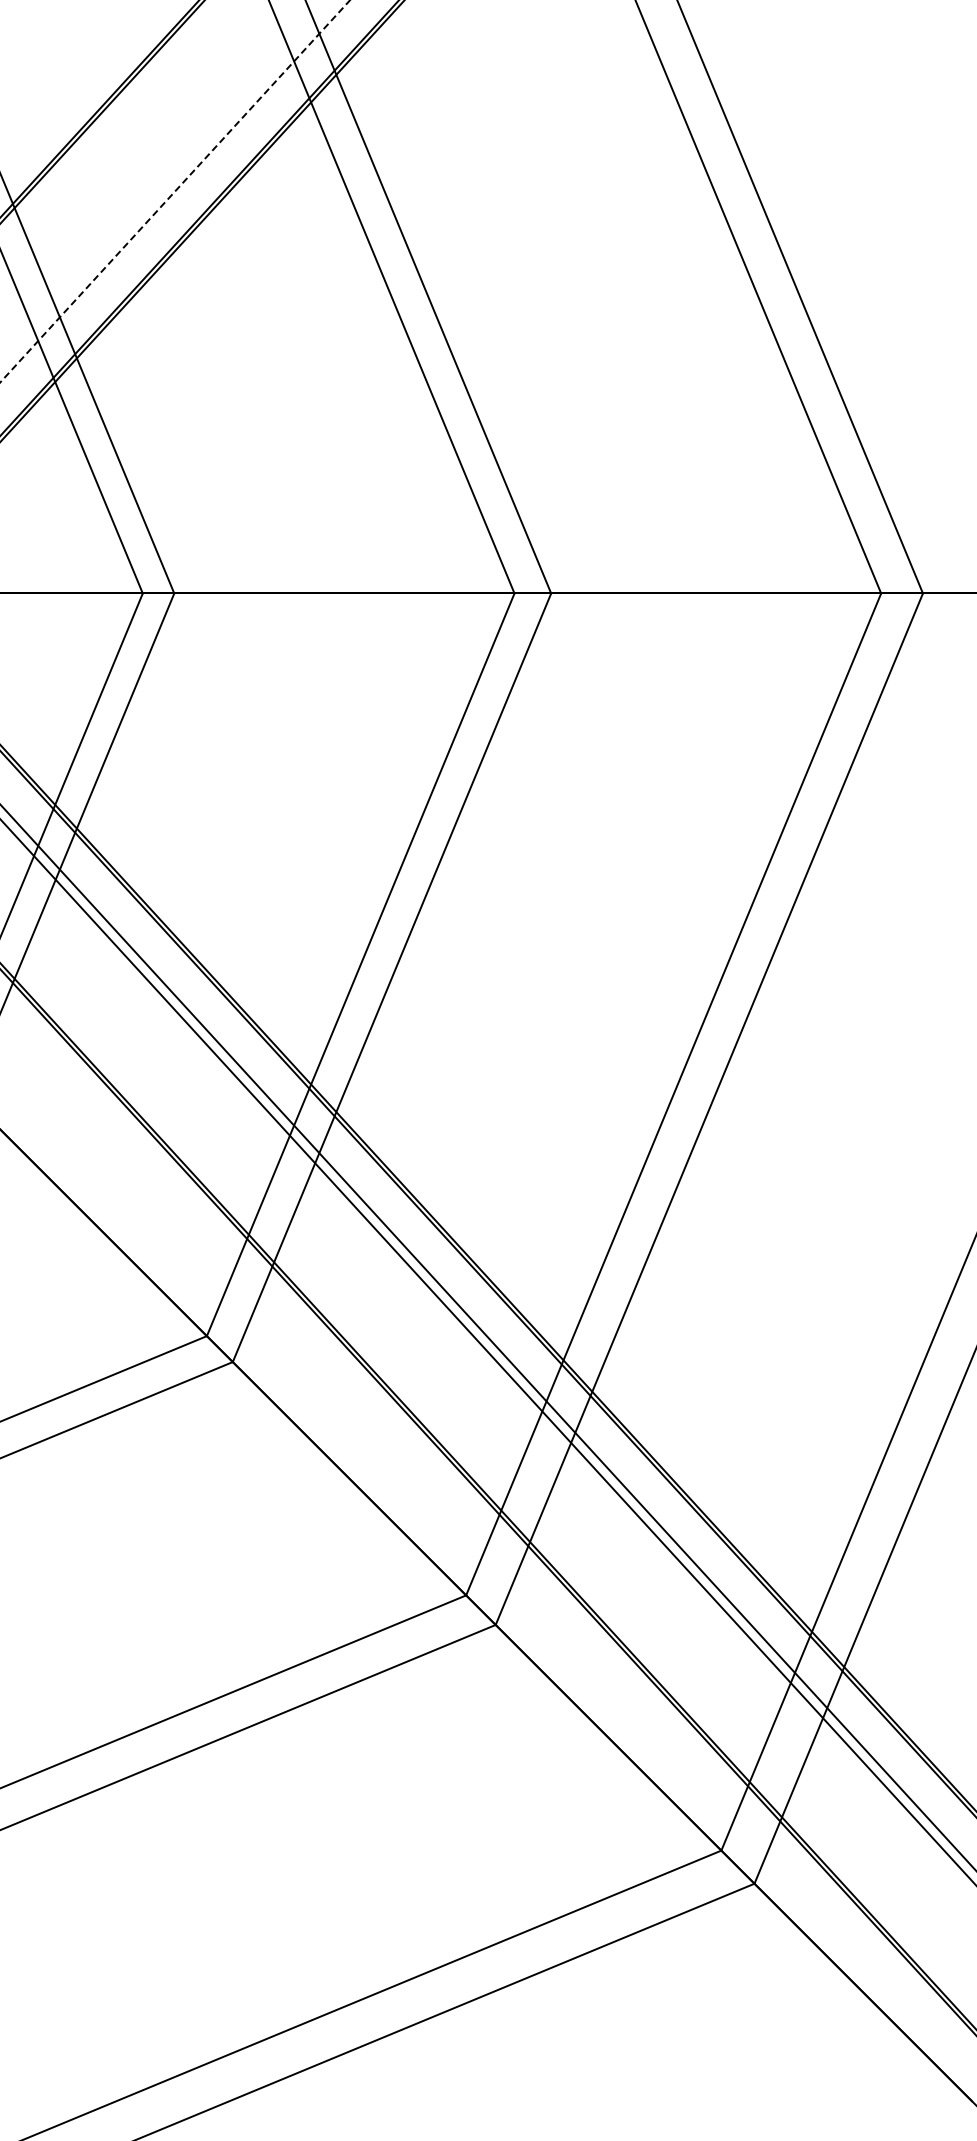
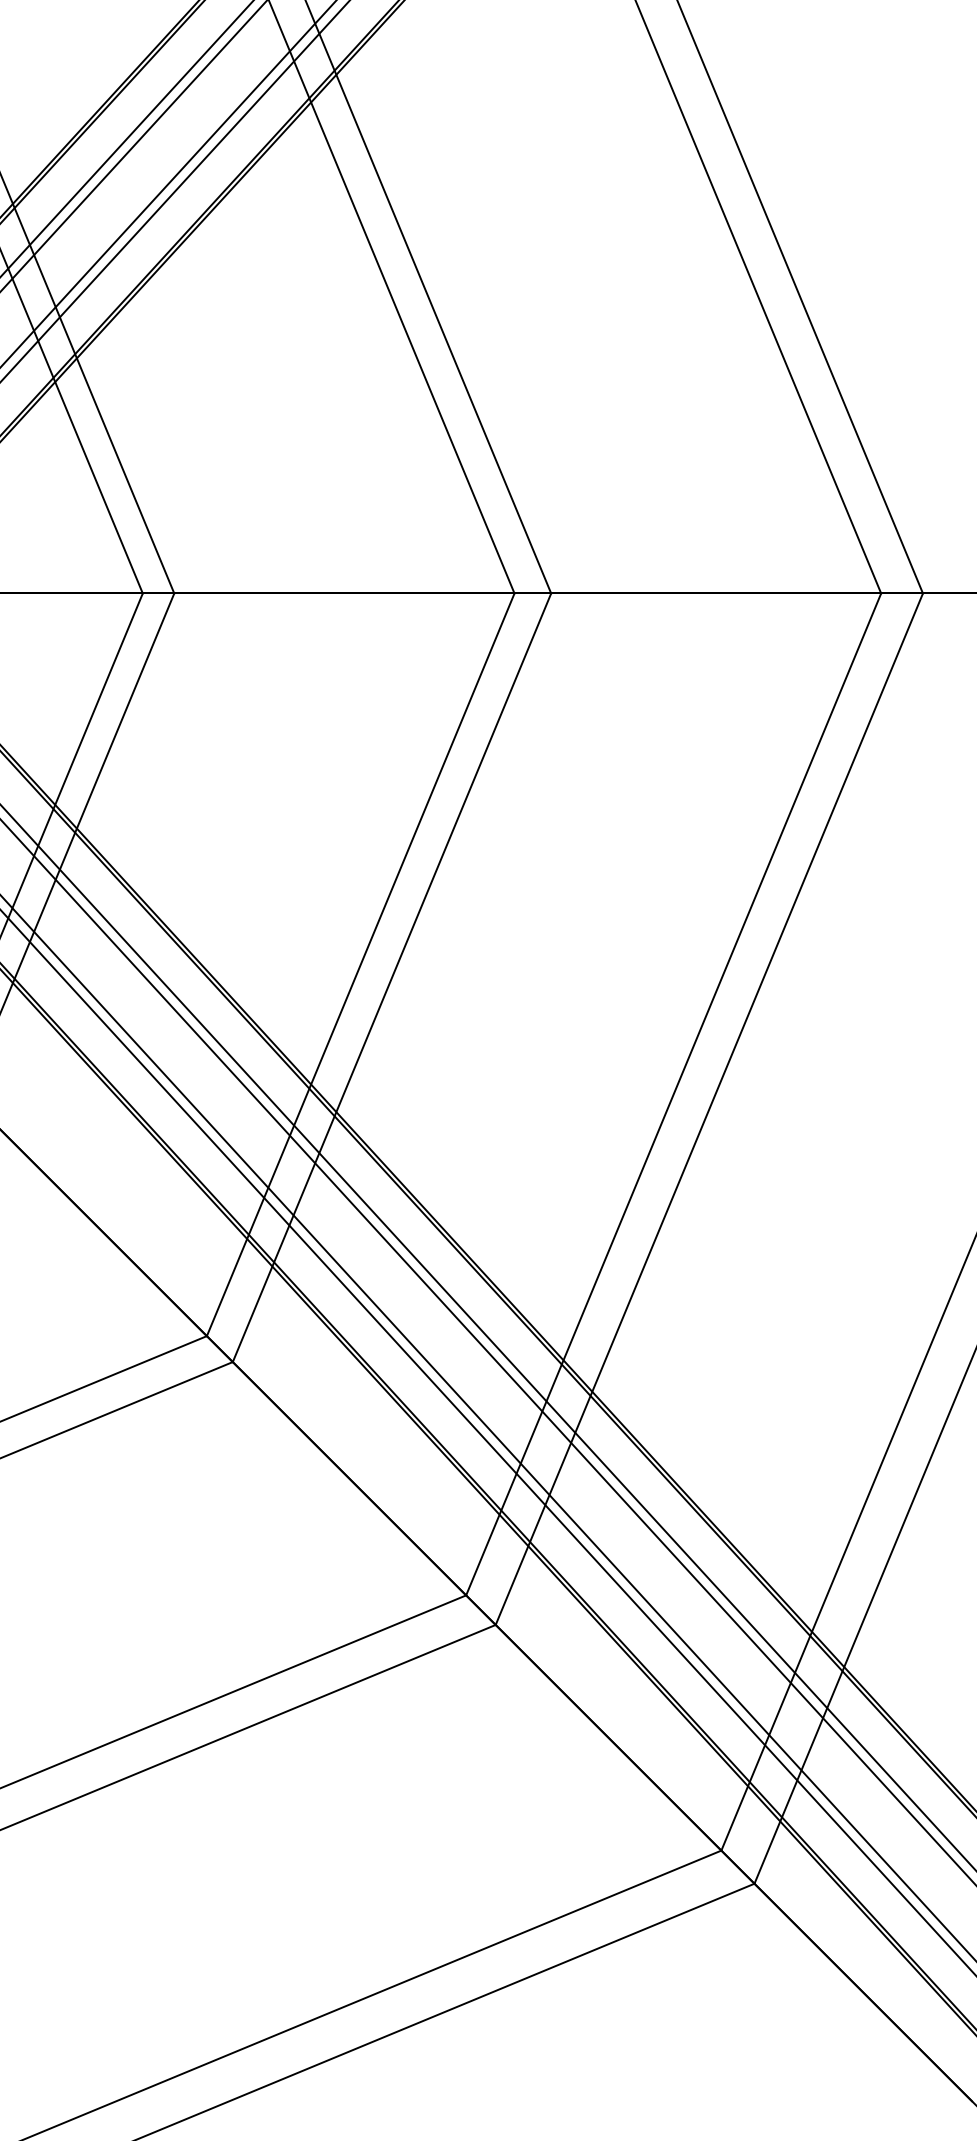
line at (127, 138): none -> present
line at (133, 145): none -> present
line at (168, 183): none -> present
line at (175, 191): dashed -> solid
line at (487, 1427): none -> present
line at (487, 1441): none -> present
